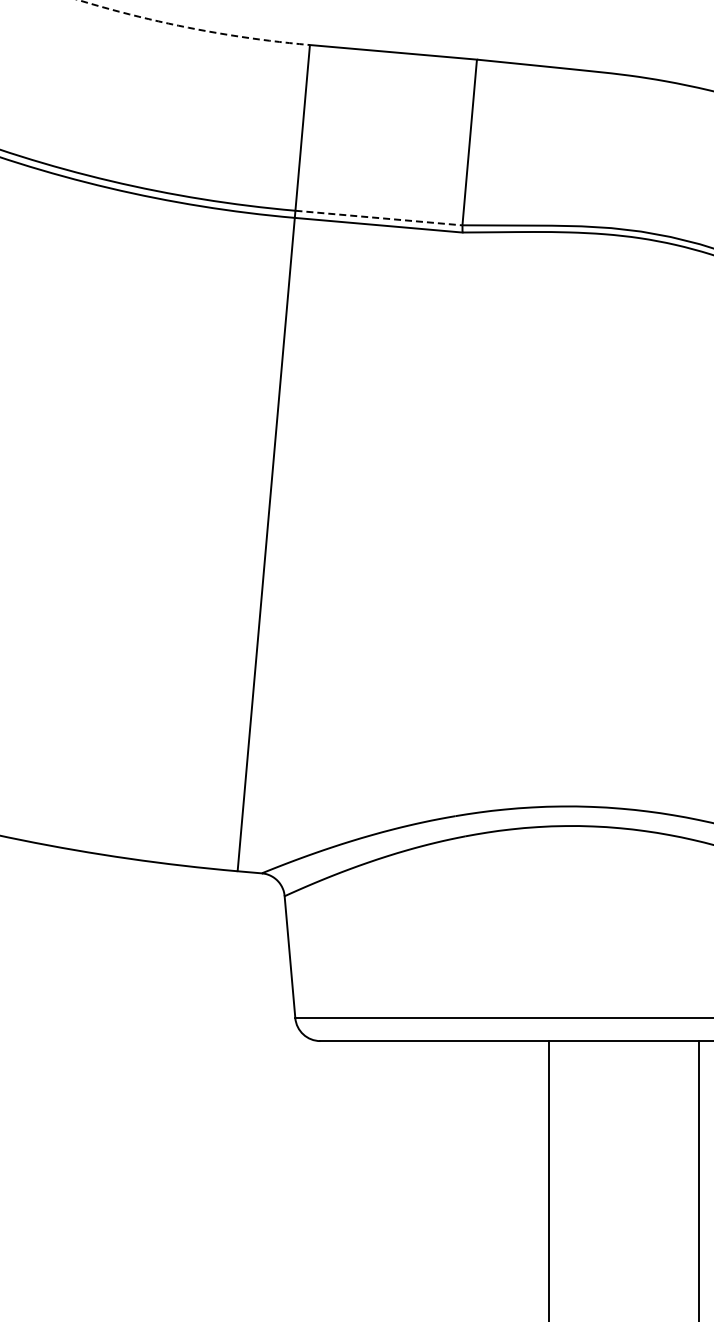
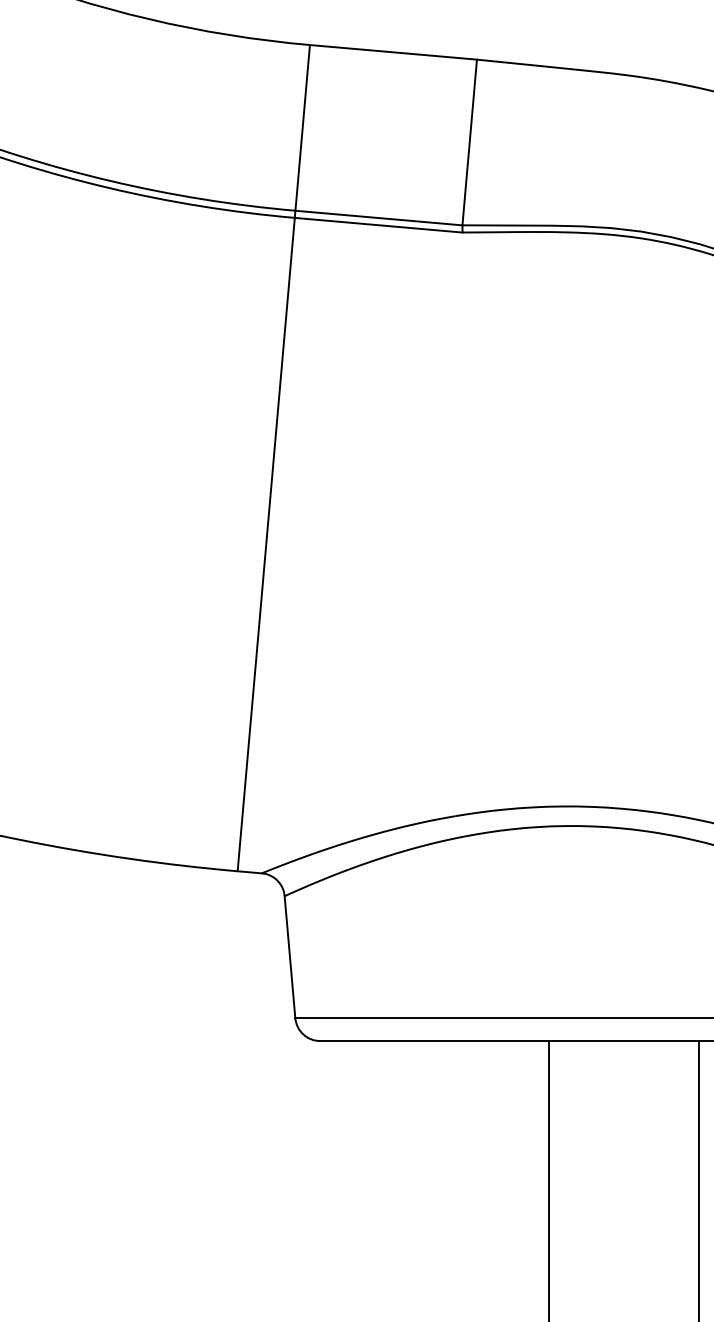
arc at (192, 28): dashed -> solid
line at (378, 218): dashed -> solid
